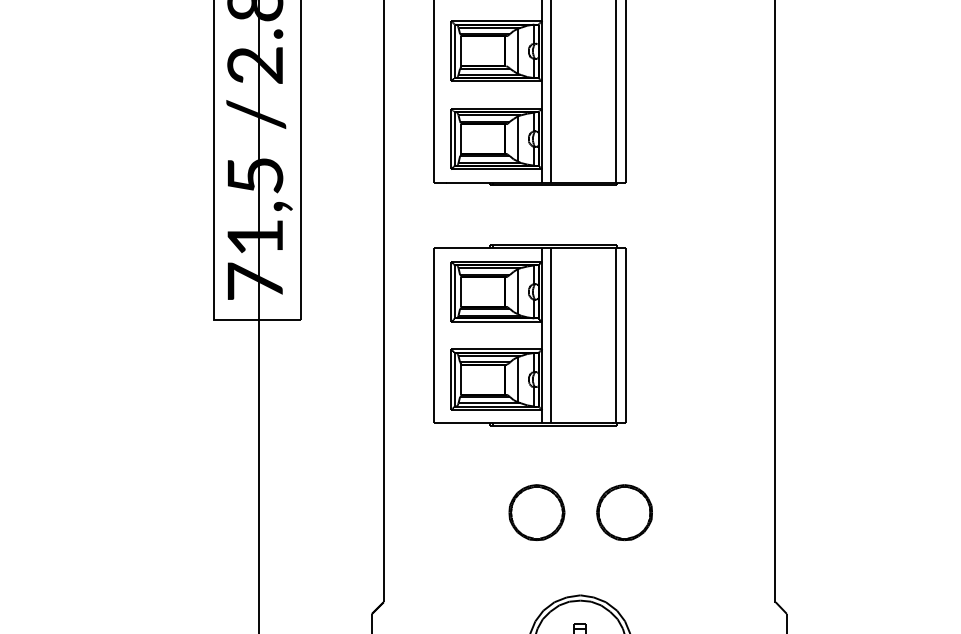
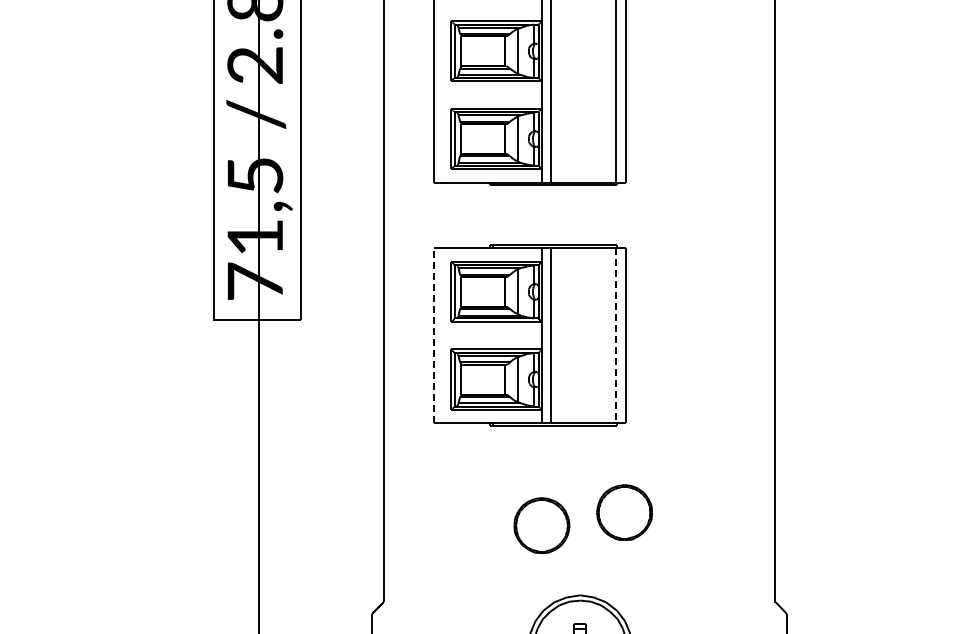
line at (434, 335): solid -> dashed
line at (615, 335): solid -> dashed
part at (536, 512) position: (536, 512) -> (541, 525)
